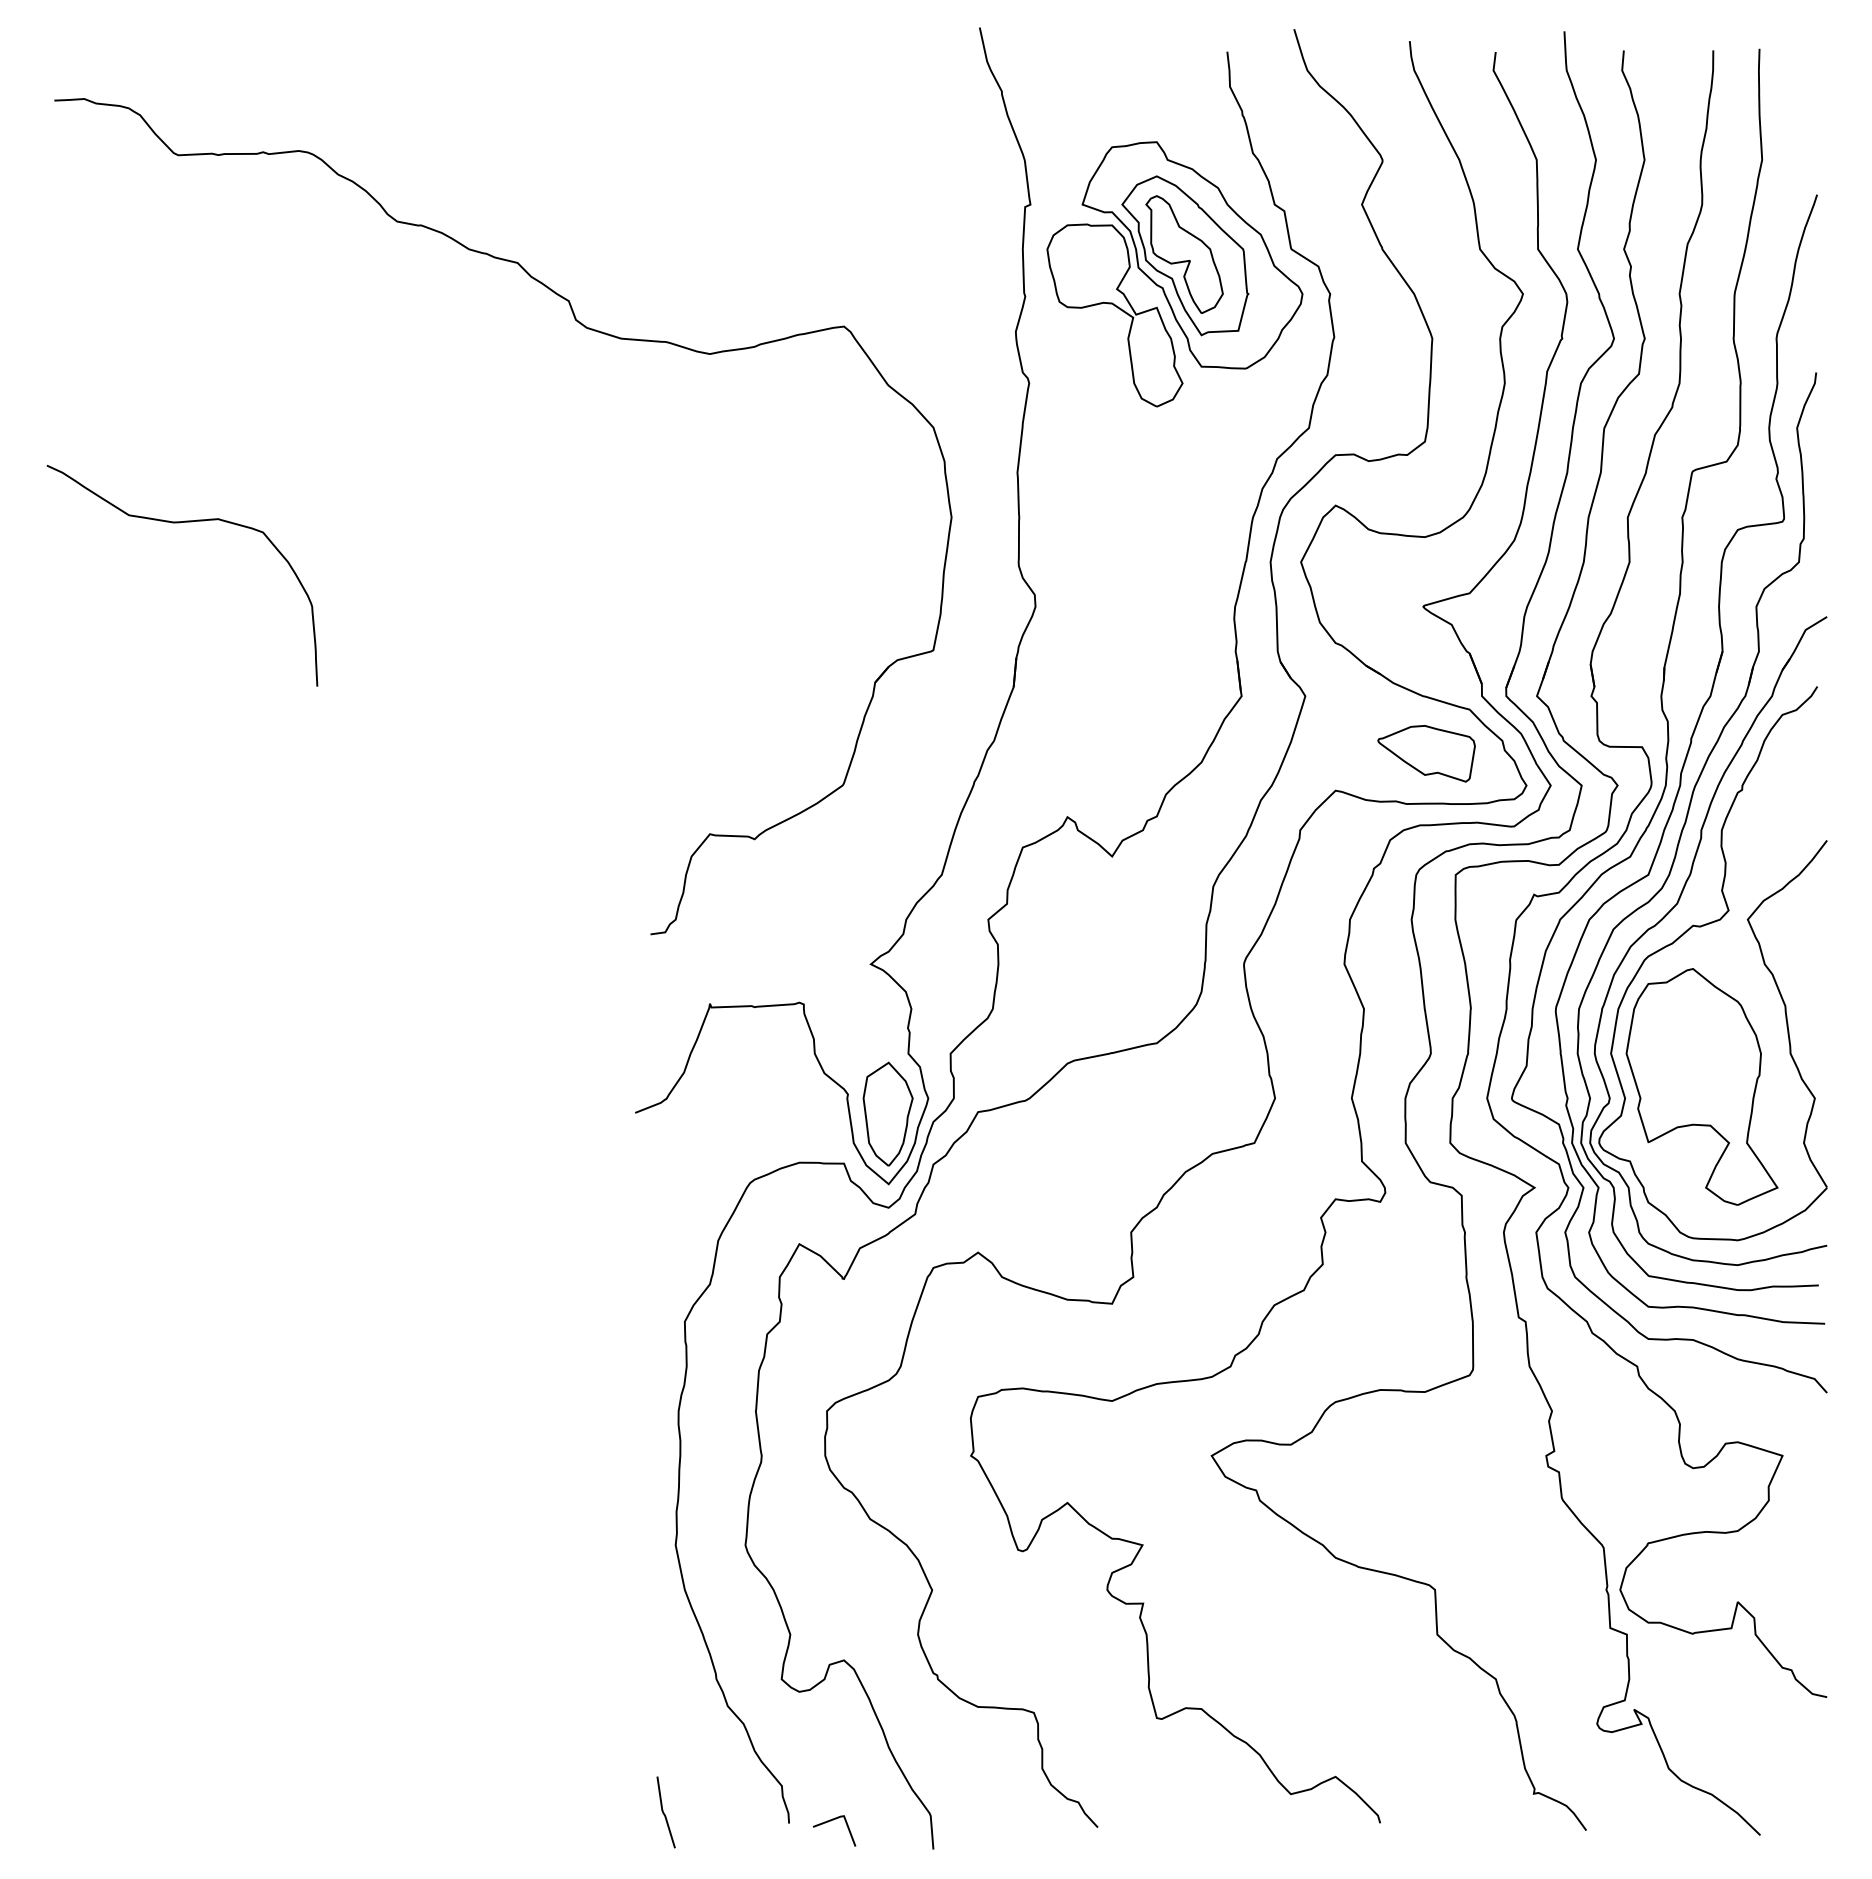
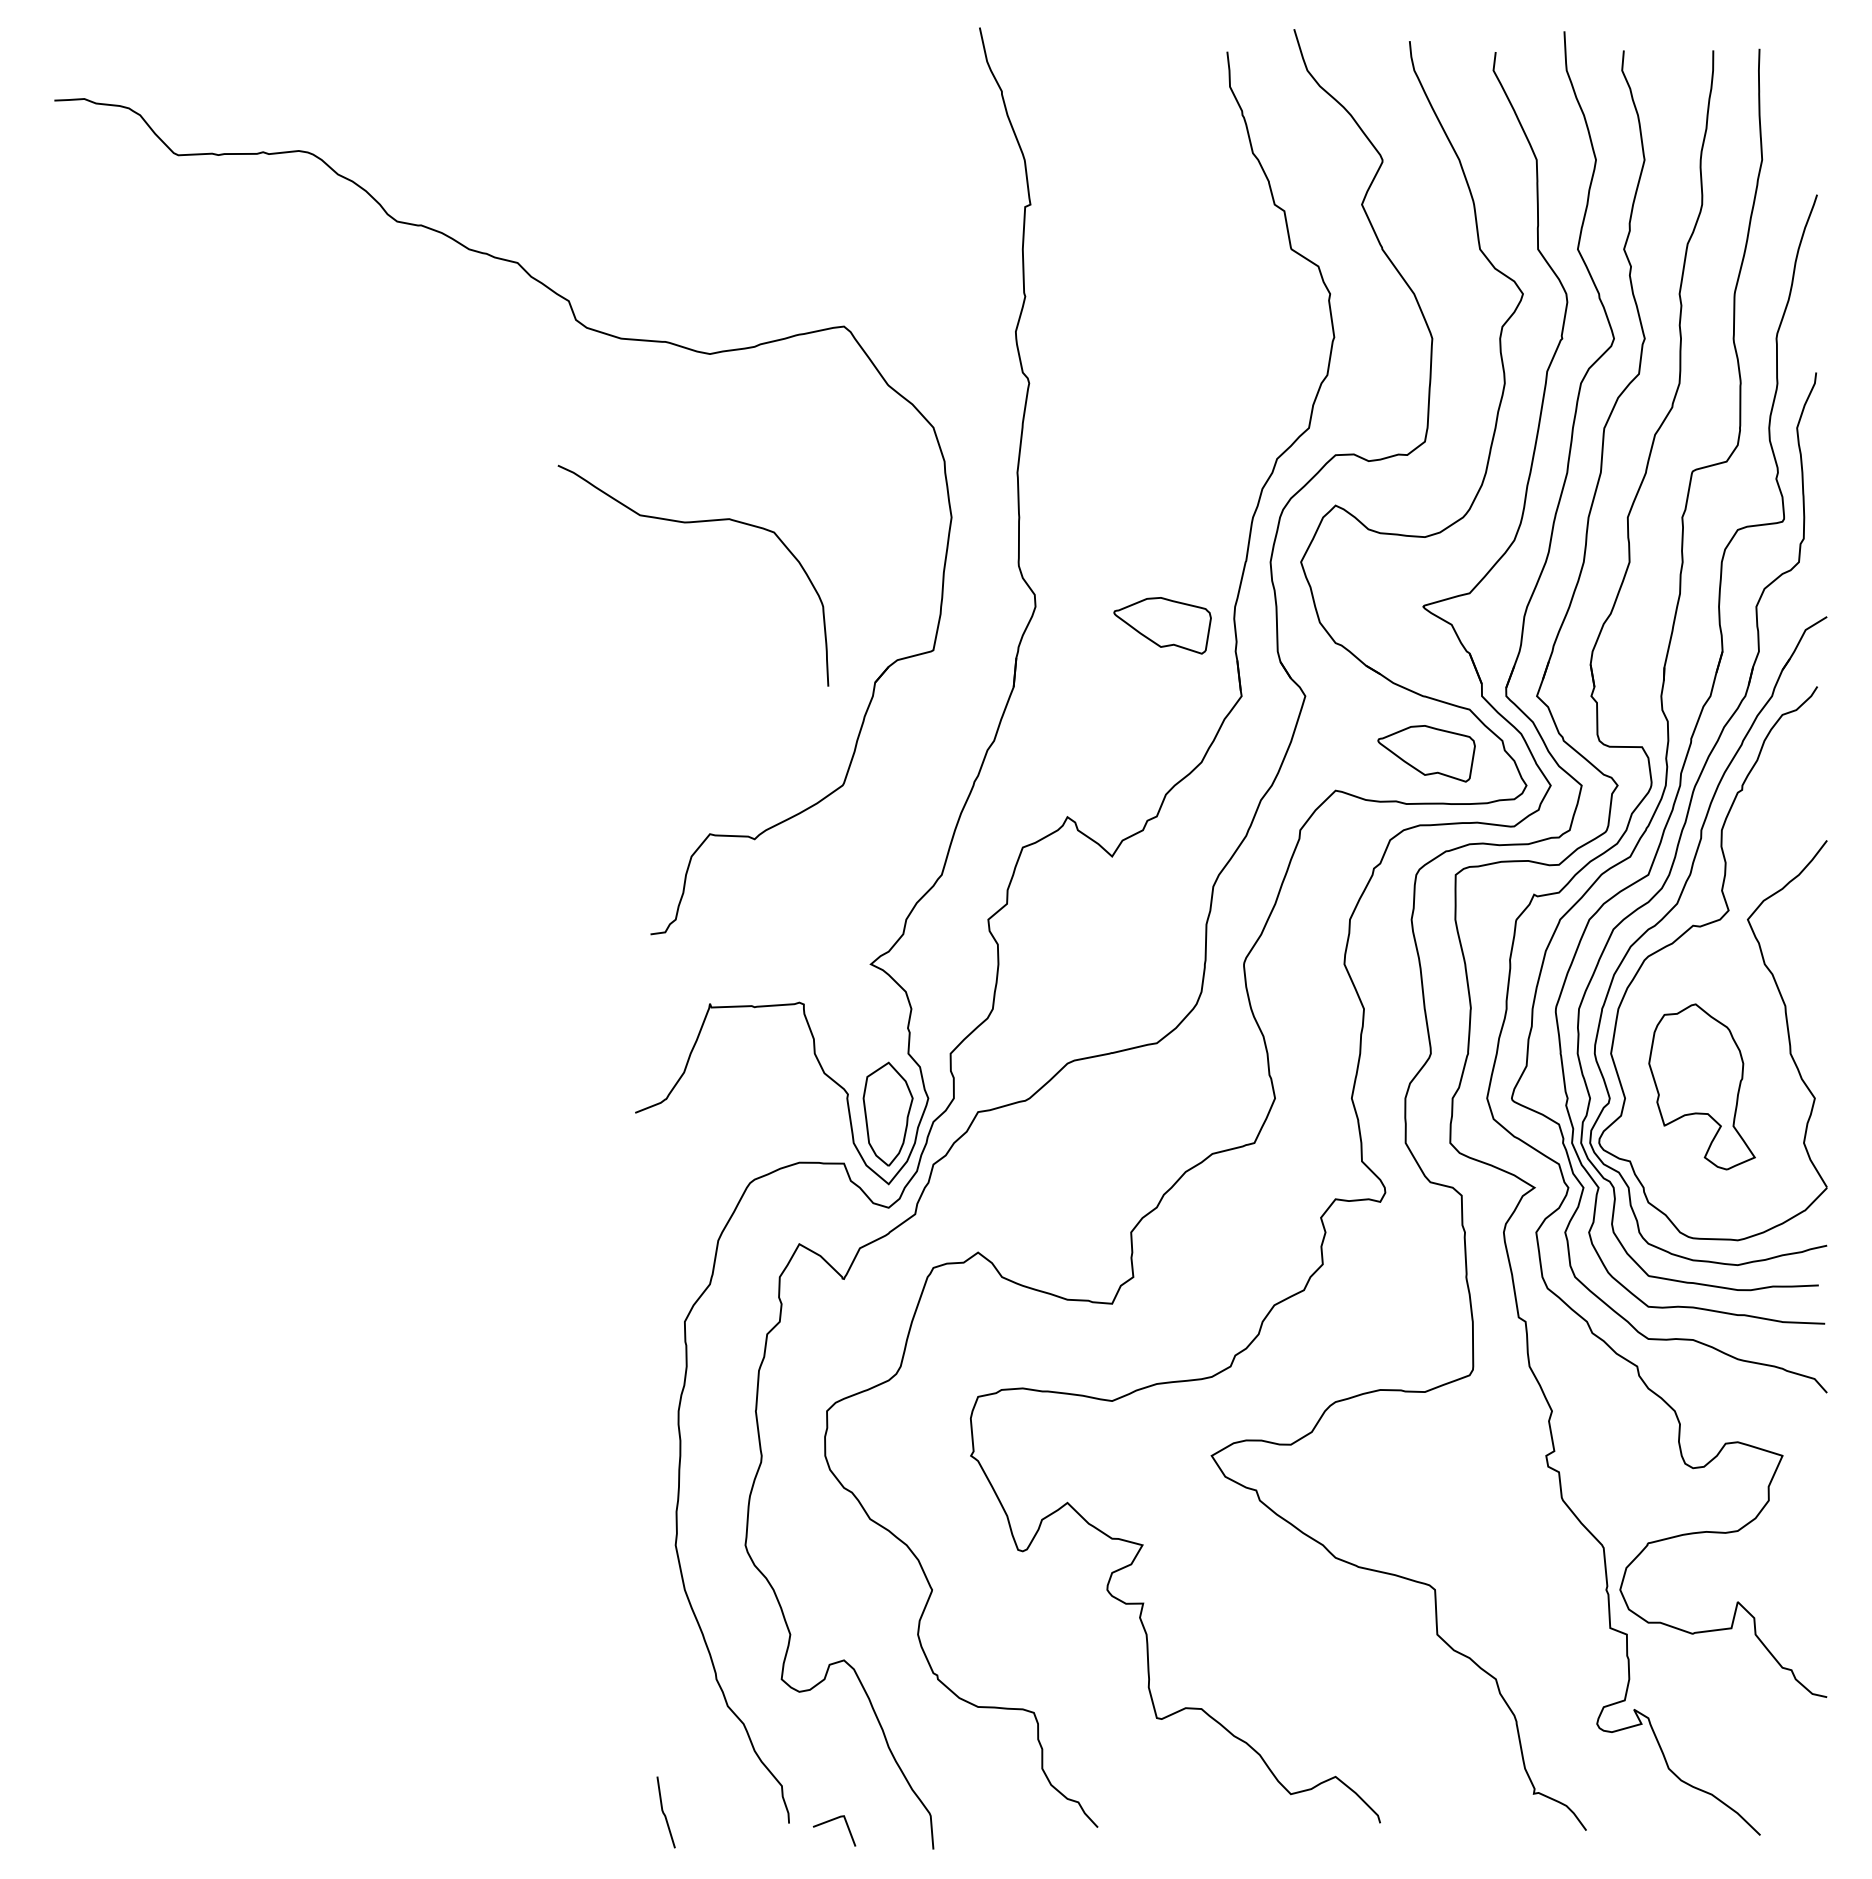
part at (1174, 274): present -> none
curve at (180, 523) position: (180, 523) -> (691, 523)
part at (1162, 625): none -> present
part at (1701, 1086) size: 154x238 px -> 108x168 px
